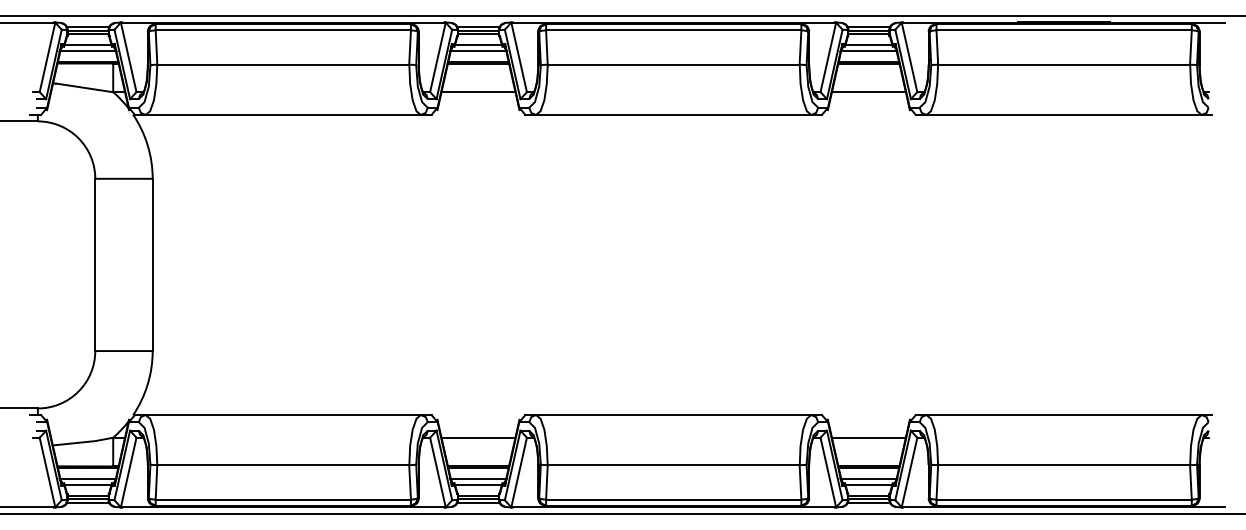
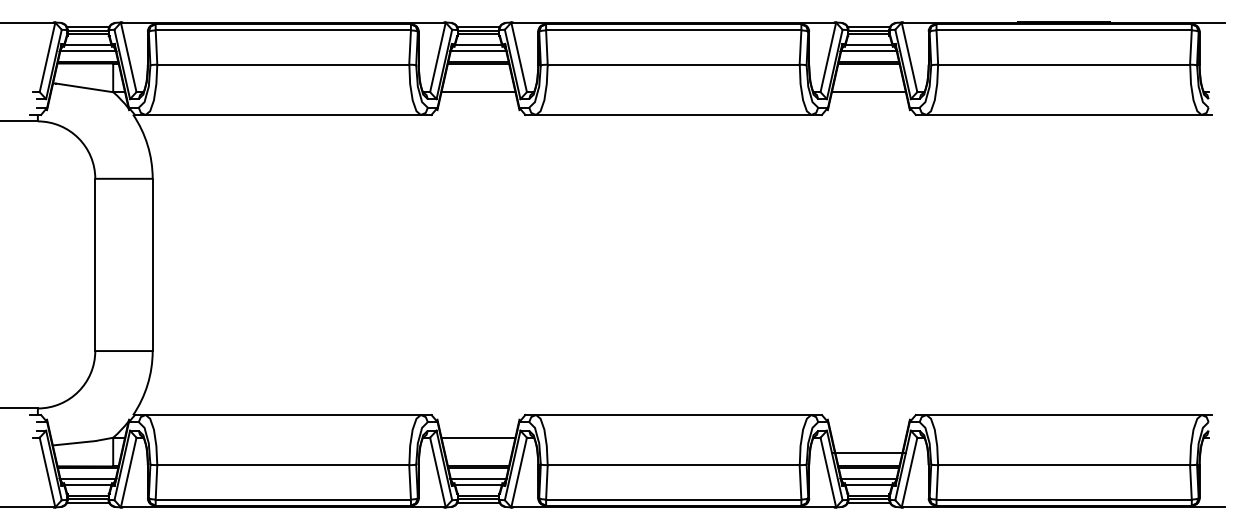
line at (622, 15): present -> none
line at (868, 437) position: (868, 437) -> (868, 452)
line at (622, 514): present -> none
